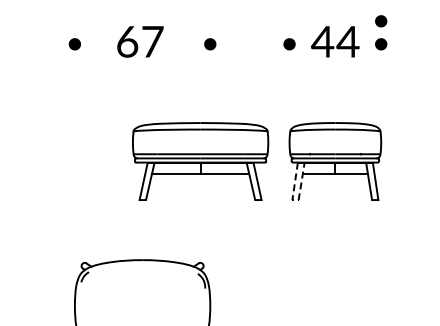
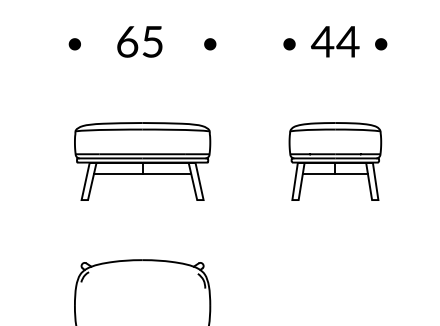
part at (381, 21): present -> none
text at (152, 41): 67 -> 65
part at (200, 161) position: (200, 161) -> (142, 161)
line at (295, 200): dashed -> solid
